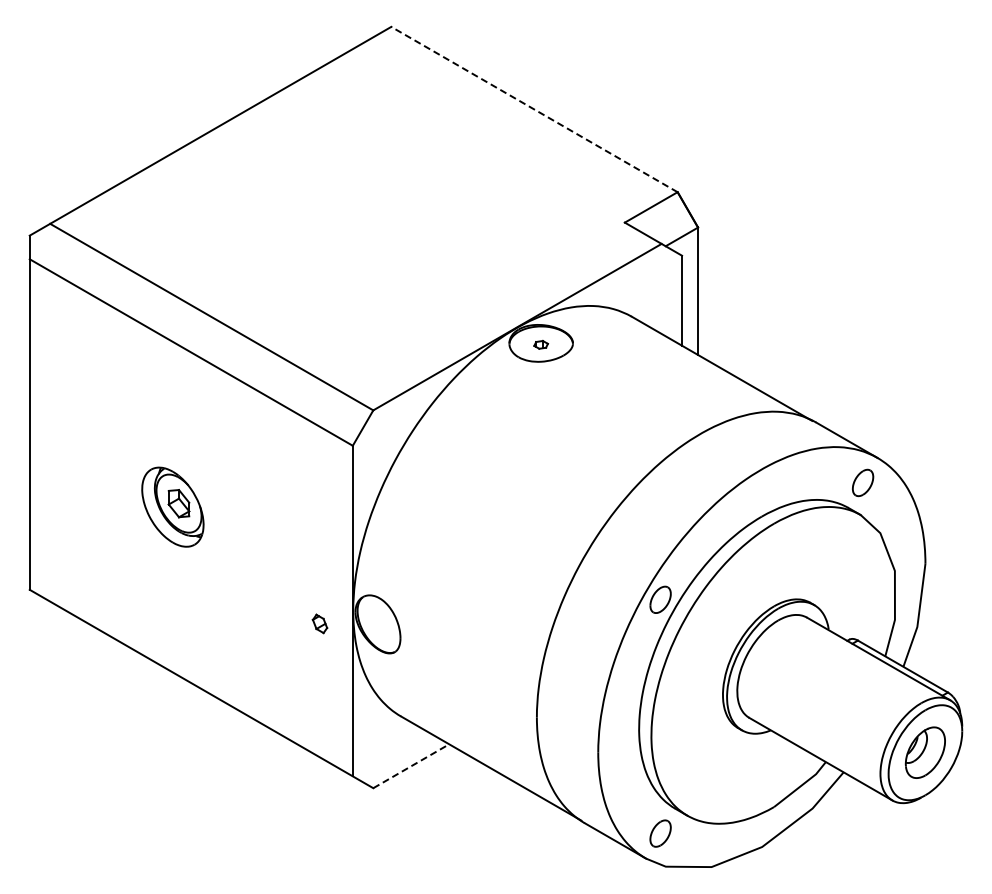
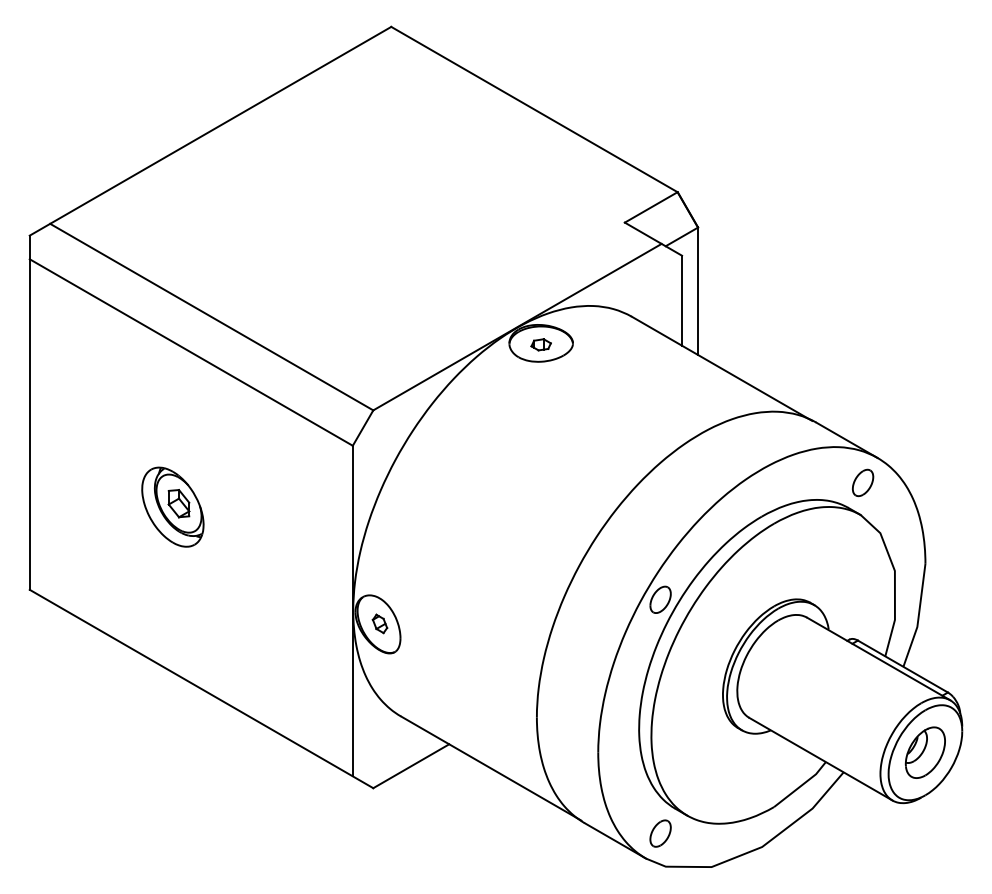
line at (534, 109): dashed -> solid
part at (541, 344) size: 17x11 px -> 22x14 px
part at (319, 623) position: (319, 623) -> (379, 623)
line at (411, 766): dashed -> solid
